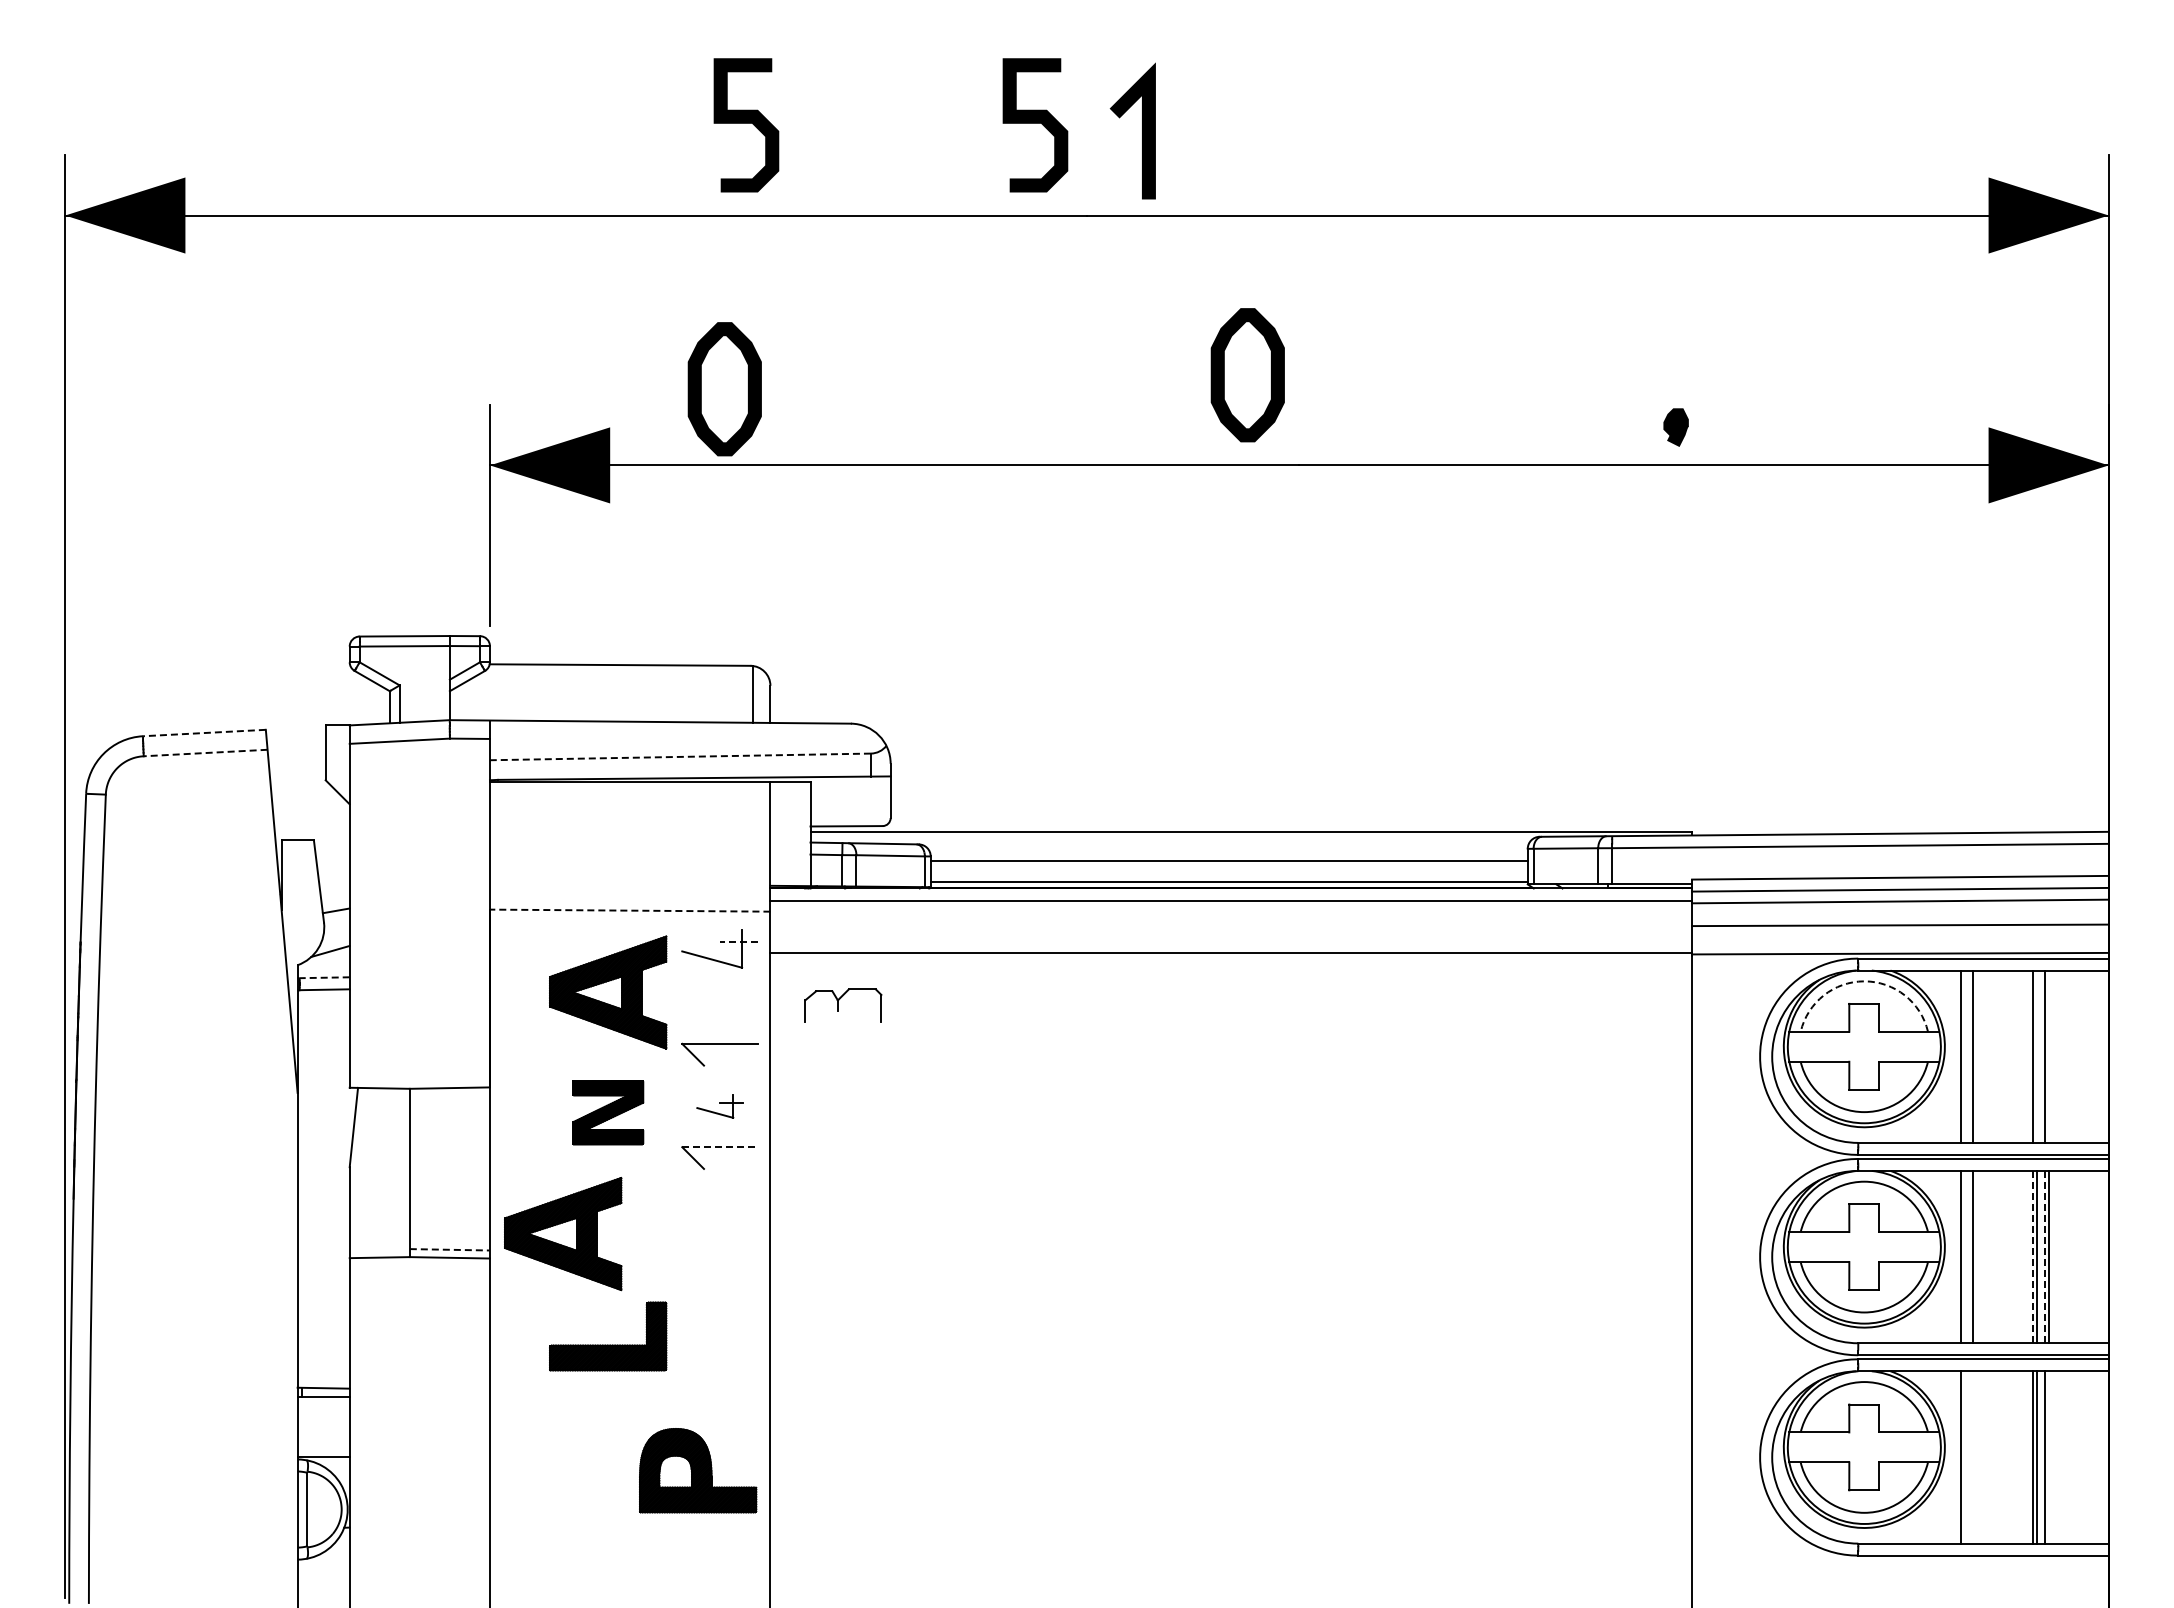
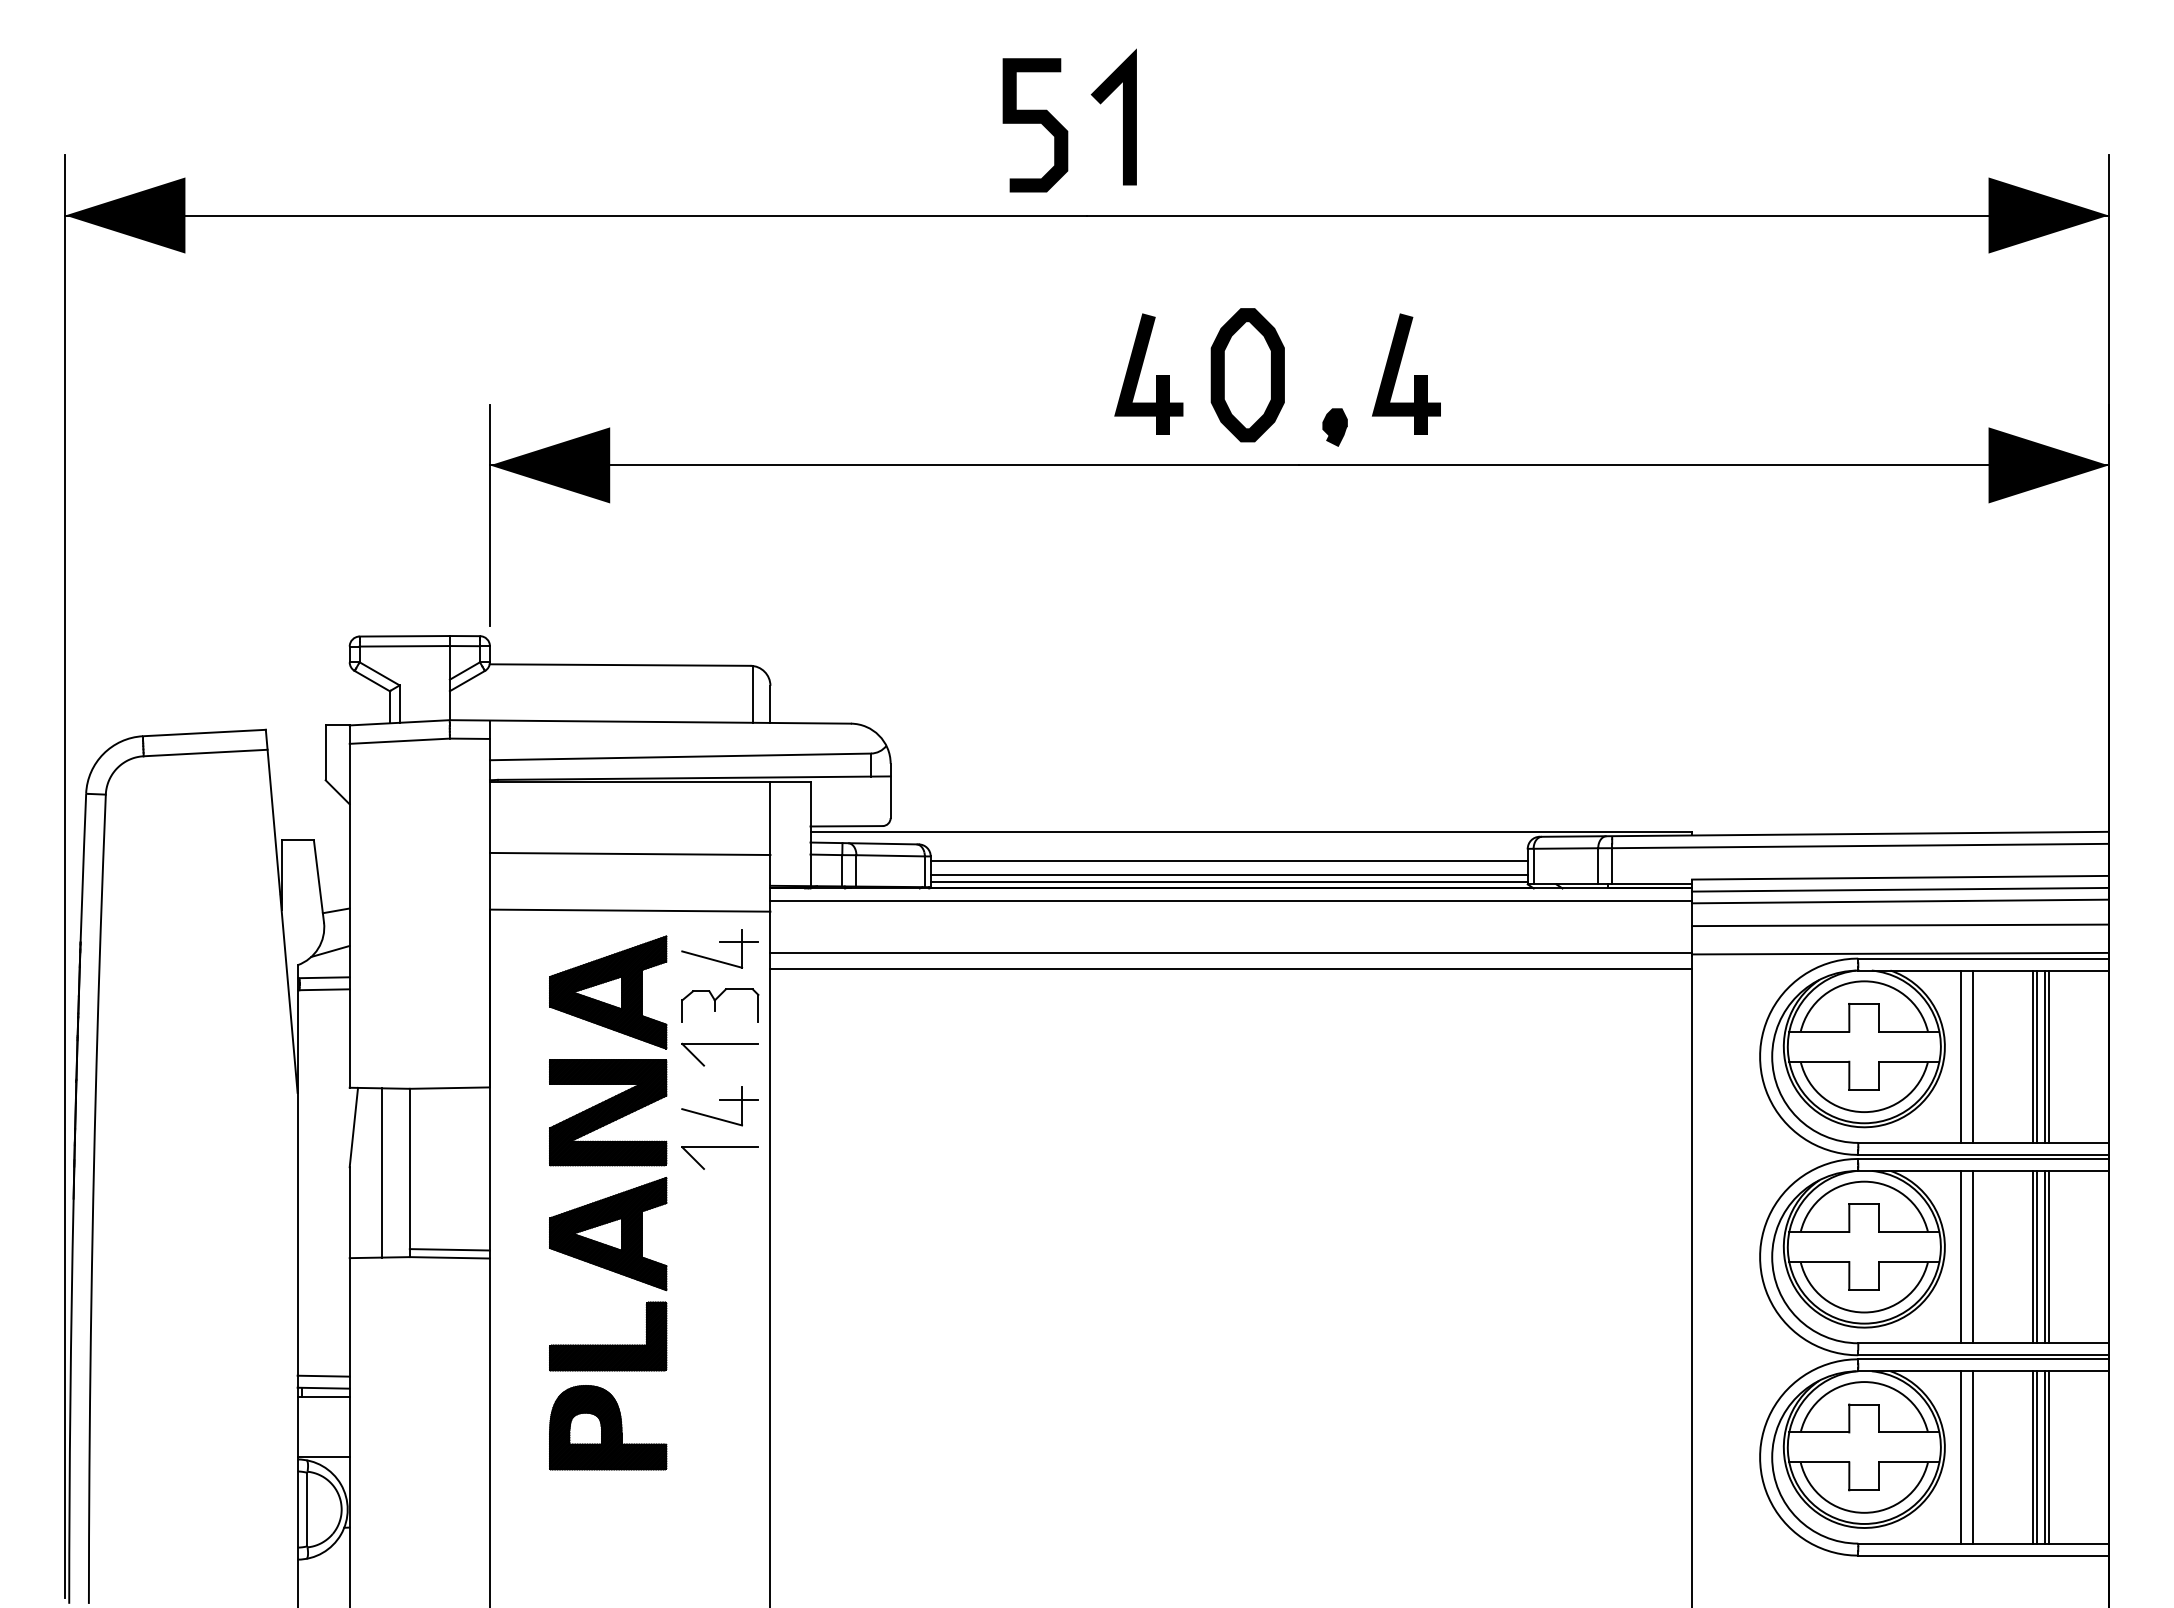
curve at (746, 123): present -> none
line at (1142, 130) position: (1142, 130) -> (1123, 116)
part at (1399, 369): none -> present
part at (1141, 370): none -> present
part at (724, 389): present -> none
part at (1675, 427) position: (1675, 427) -> (1334, 427)
line at (203, 733): dashed -> solid
line at (205, 753): dashed -> solid
line at (680, 756): dashed -> solid
line at (629, 853): none -> present
line at (1228, 874): none -> present
line at (629, 910): dashed -> solid
line at (738, 942): dashed -> solid
line at (1231, 969): none -> present
line at (324, 977): dashed -> solid
arc at (1864, 981): dashed -> solid
part at (843, 1005) position: (843, 1005) -> (720, 1005)
line at (2036, 1056): none -> present
line at (2048, 1056): none -> present
part at (719, 1106) size: 48x25 px -> 78x41 px
part at (608, 1112) size: 73x66 px -> 119x108 px
line at (720, 1147): dashed -> solid
line at (381, 1172): none -> present
part at (563, 1234) position: (563, 1234) -> (608, 1234)
line at (450, 1249): dashed -> solid
line at (2032, 1257): dashed -> solid
line at (2044, 1257): dashed -> solid
line at (323, 1375): none -> present
line at (1972, 1457): none -> present
line at (2048, 1457): none -> present
part at (698, 1470) position: (698, 1470) -> (608, 1427)
